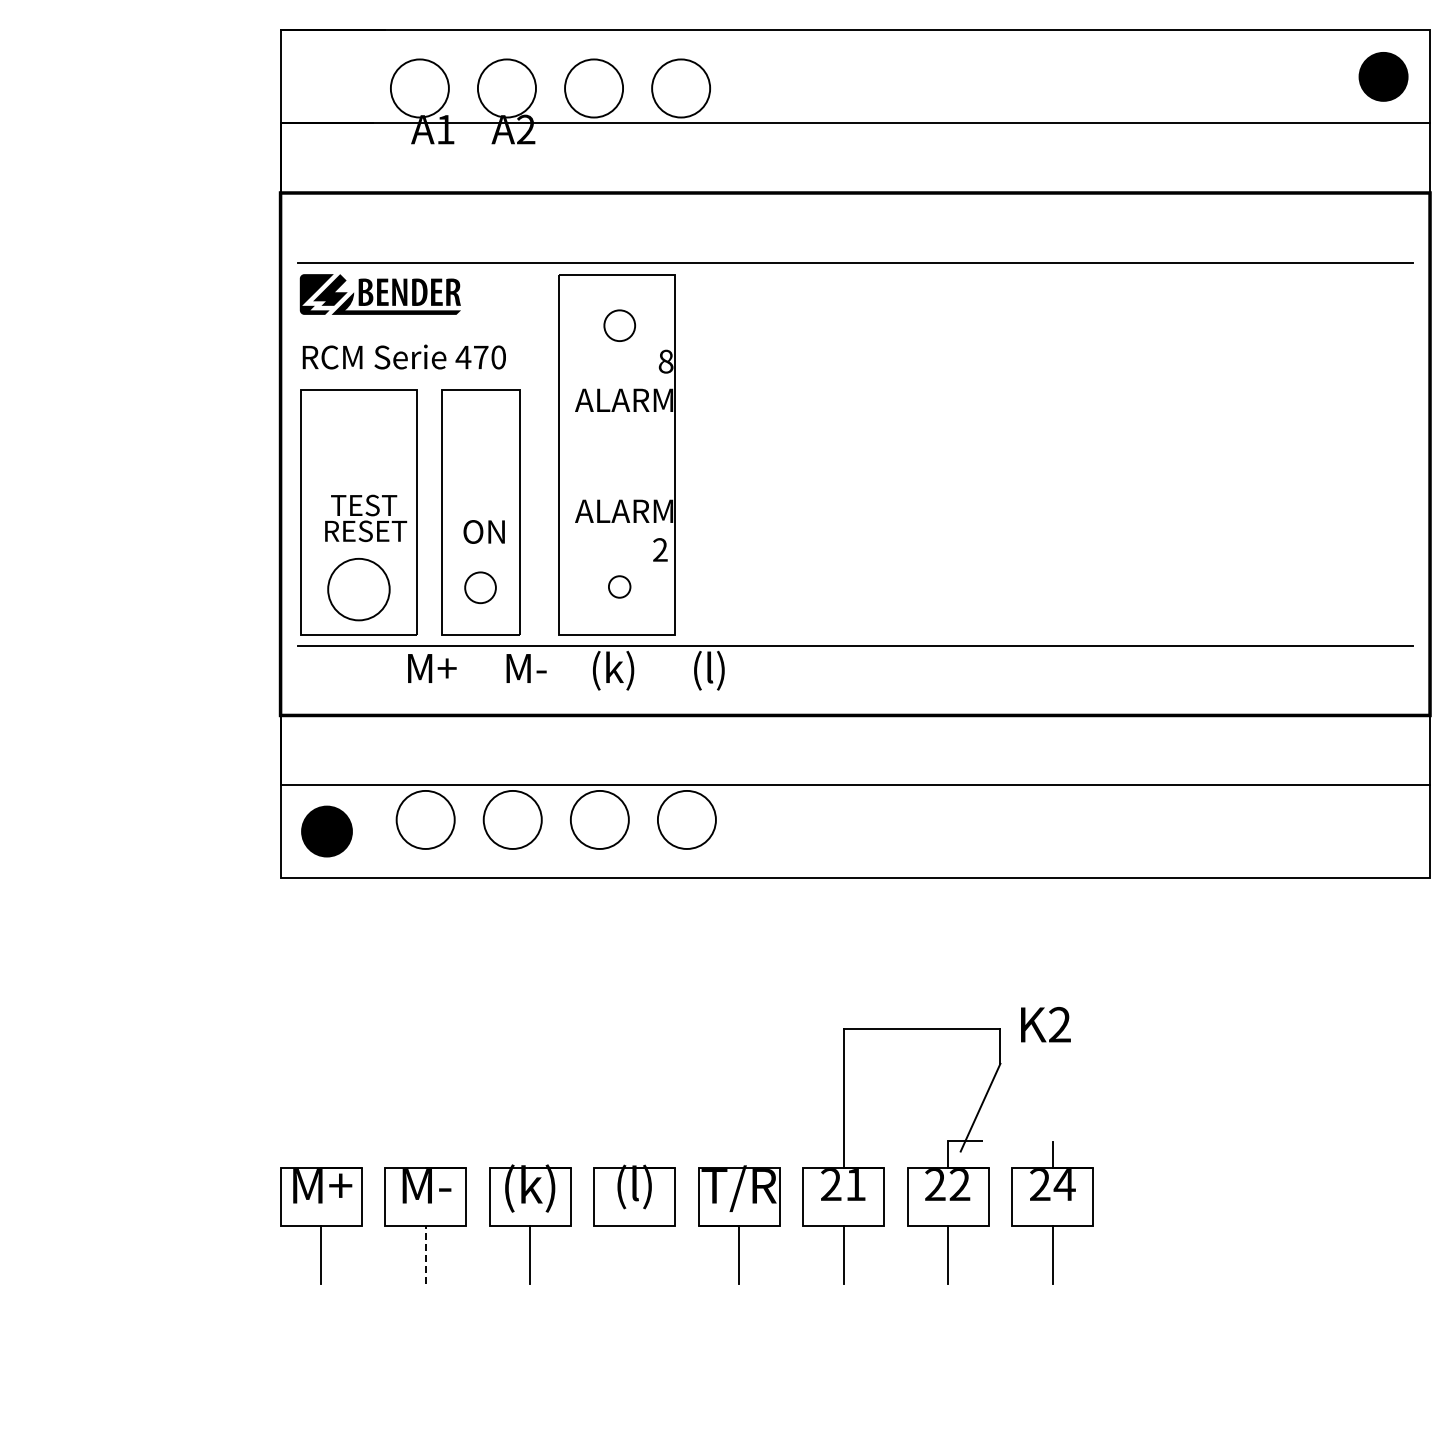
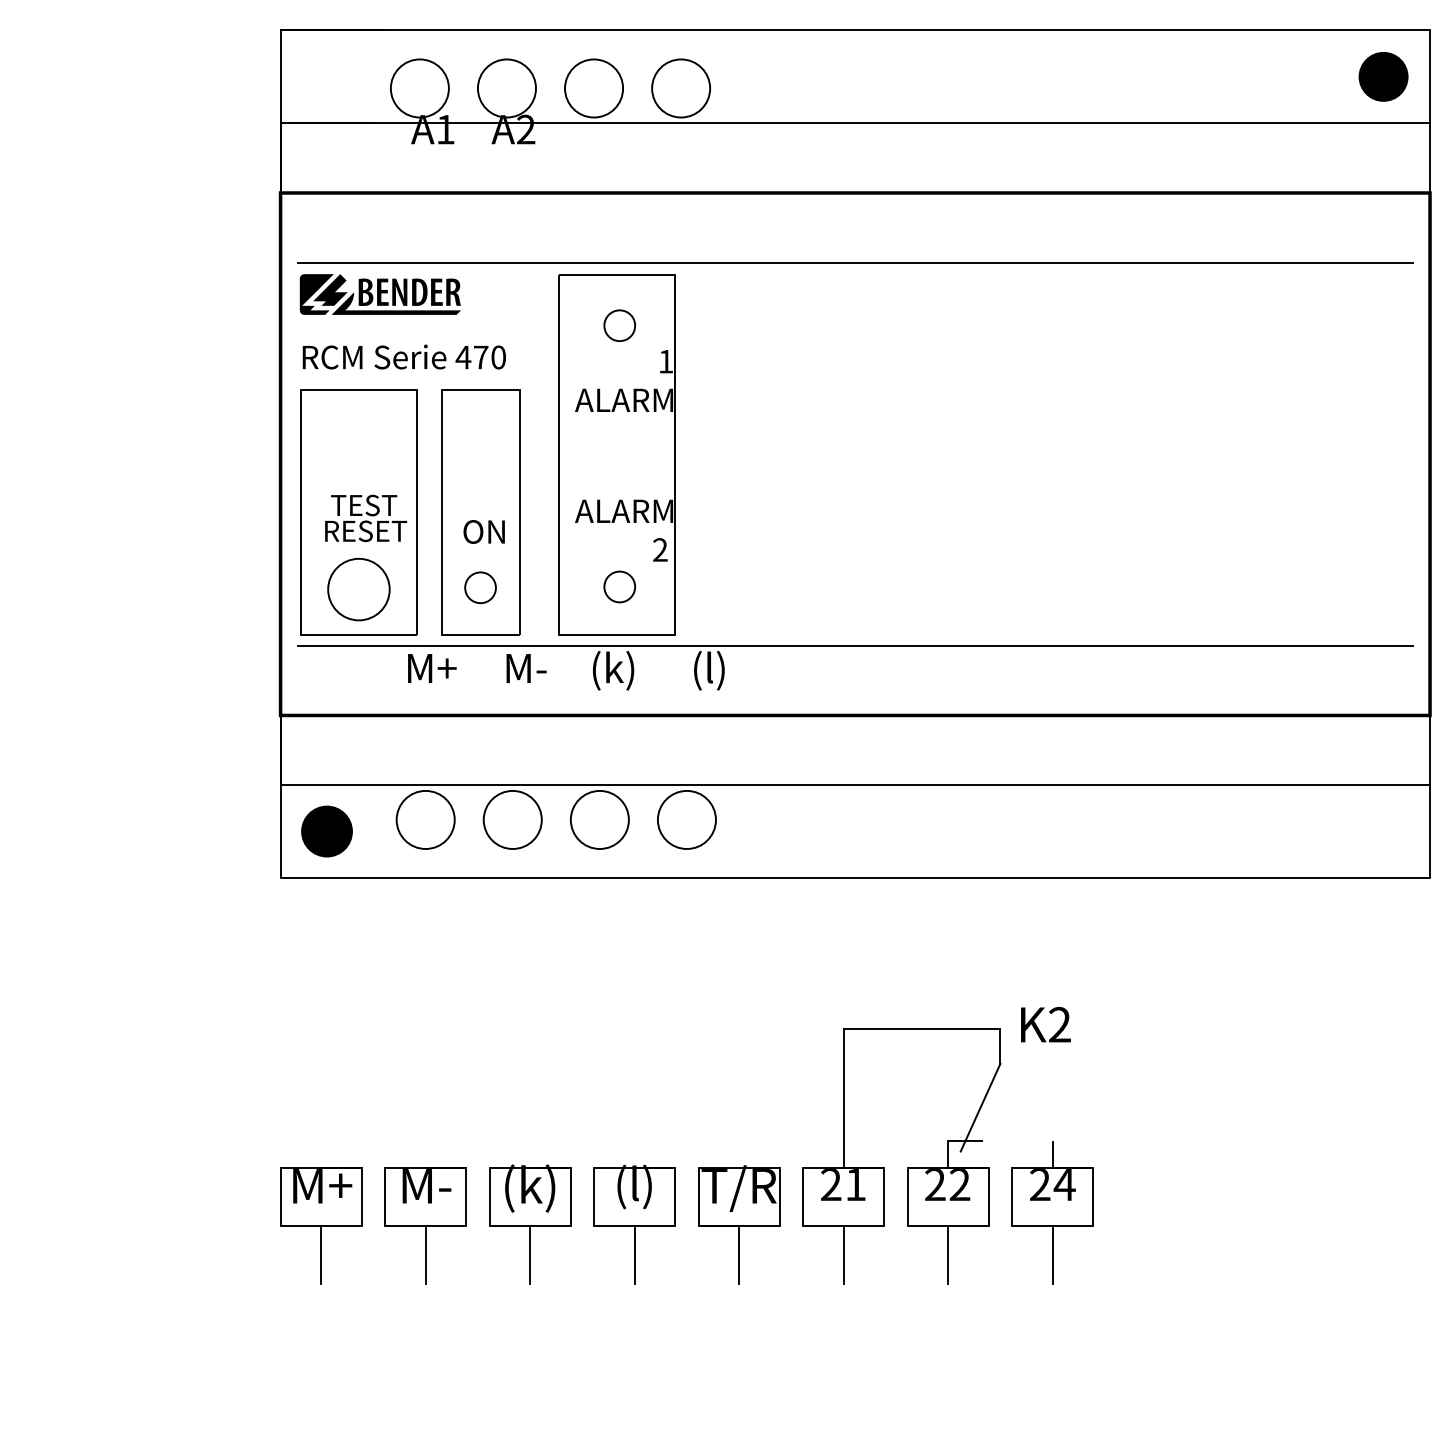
text at (665, 361): 8 -> 1
part at (619, 586) size: 24x24 px -> 33x34 px
line at (425, 1254): dashed -> solid
line at (634, 1255): none -> present
